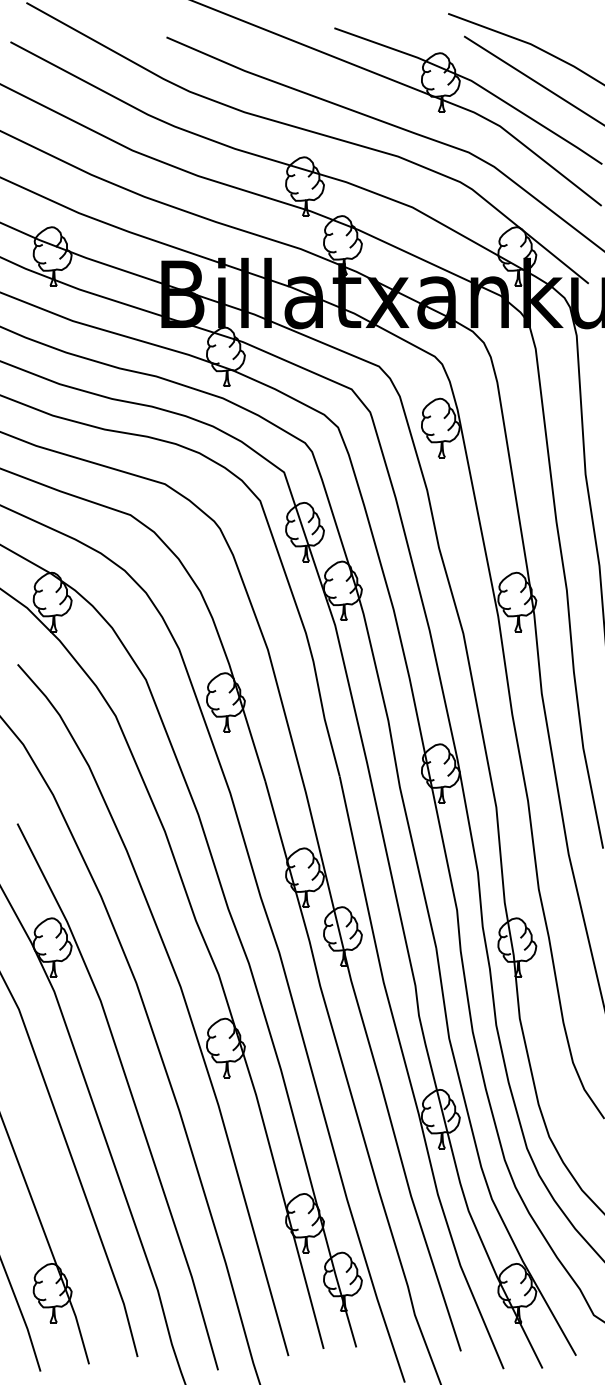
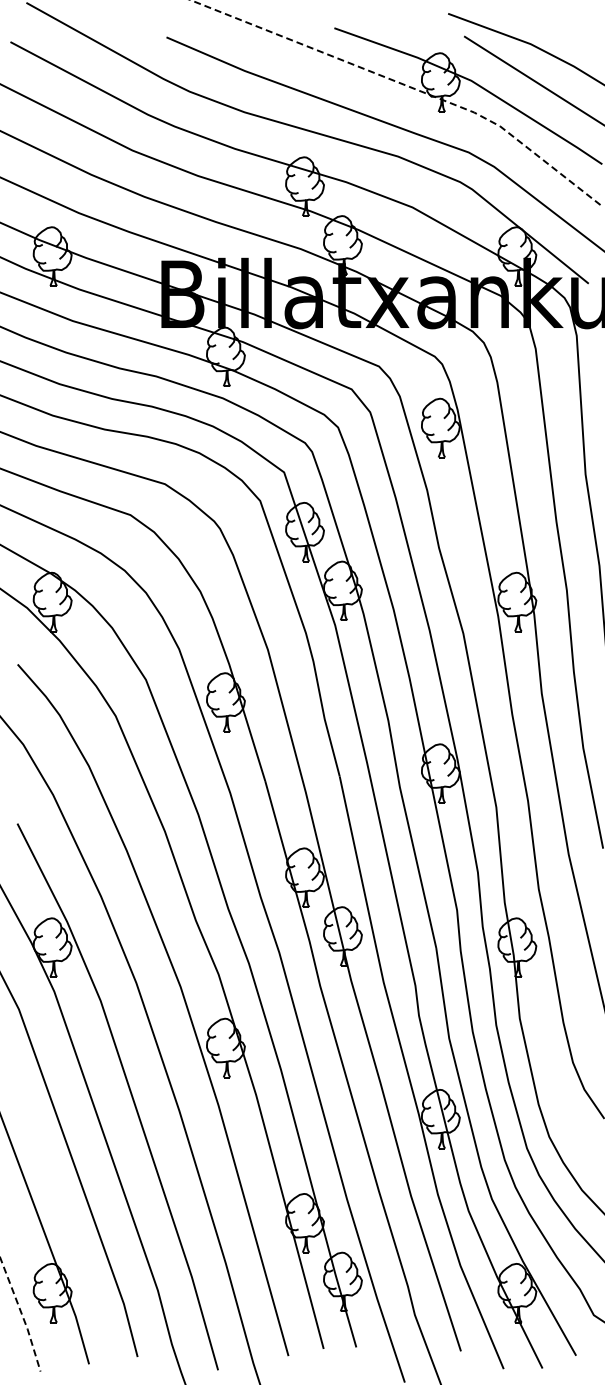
line at (407, 86): solid -> dashed
line at (22, 1315): solid -> dashed
